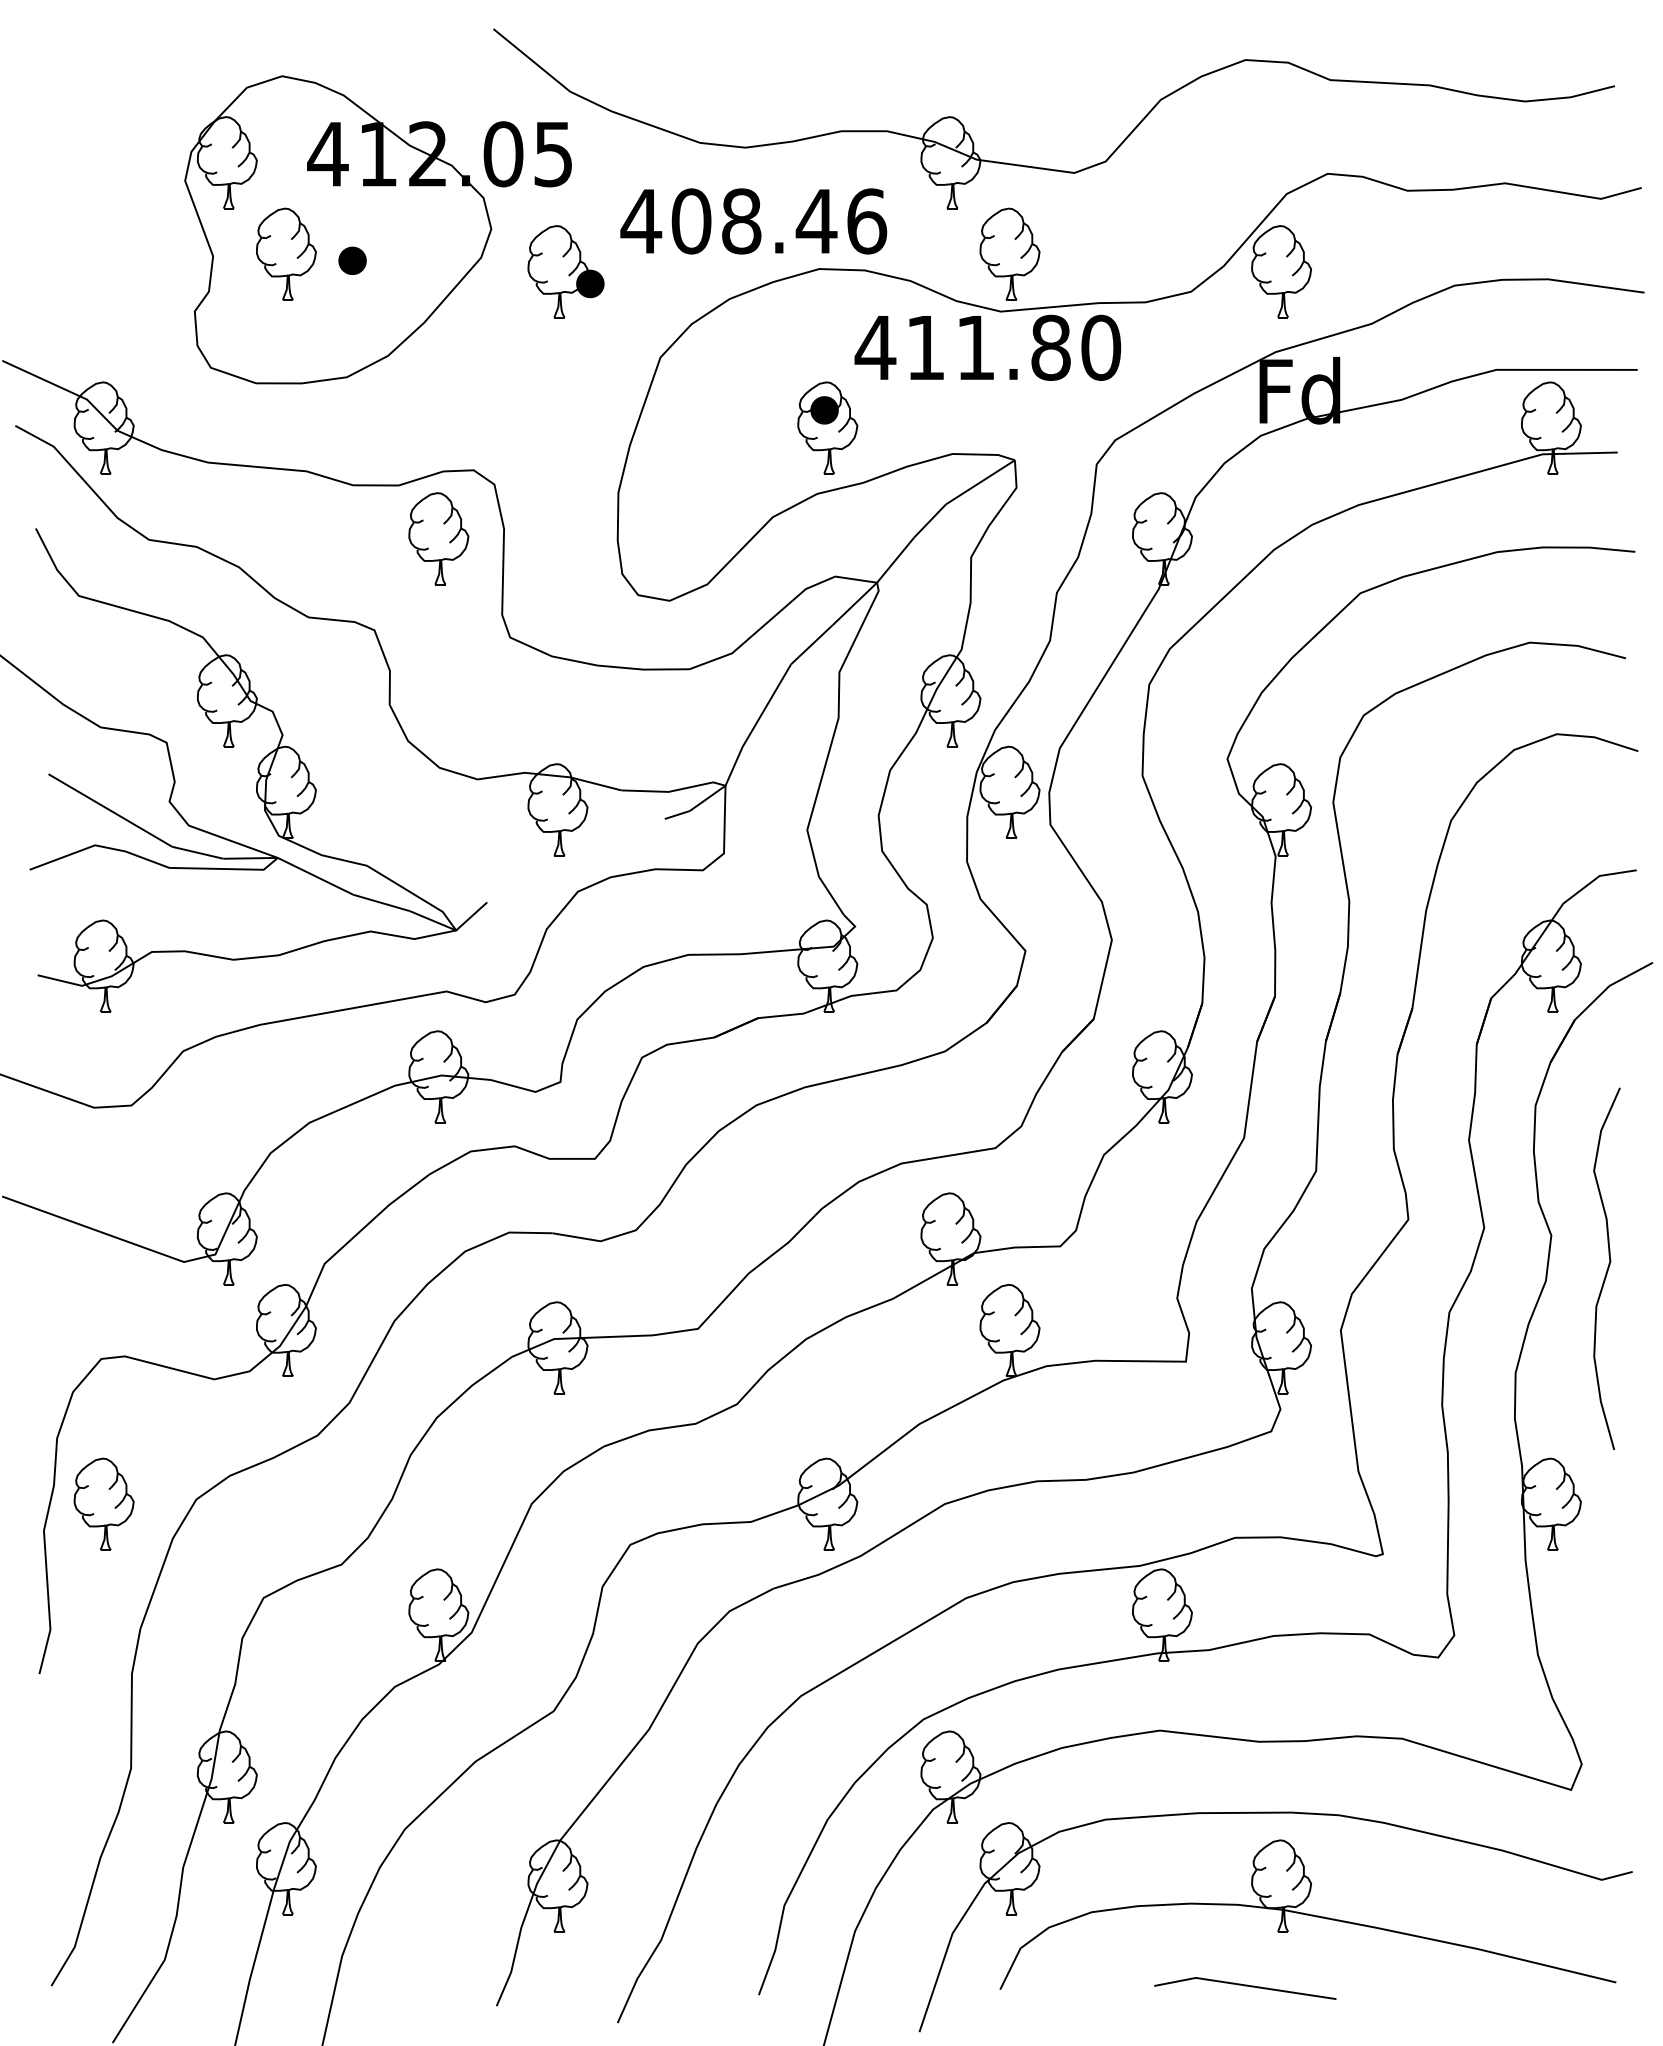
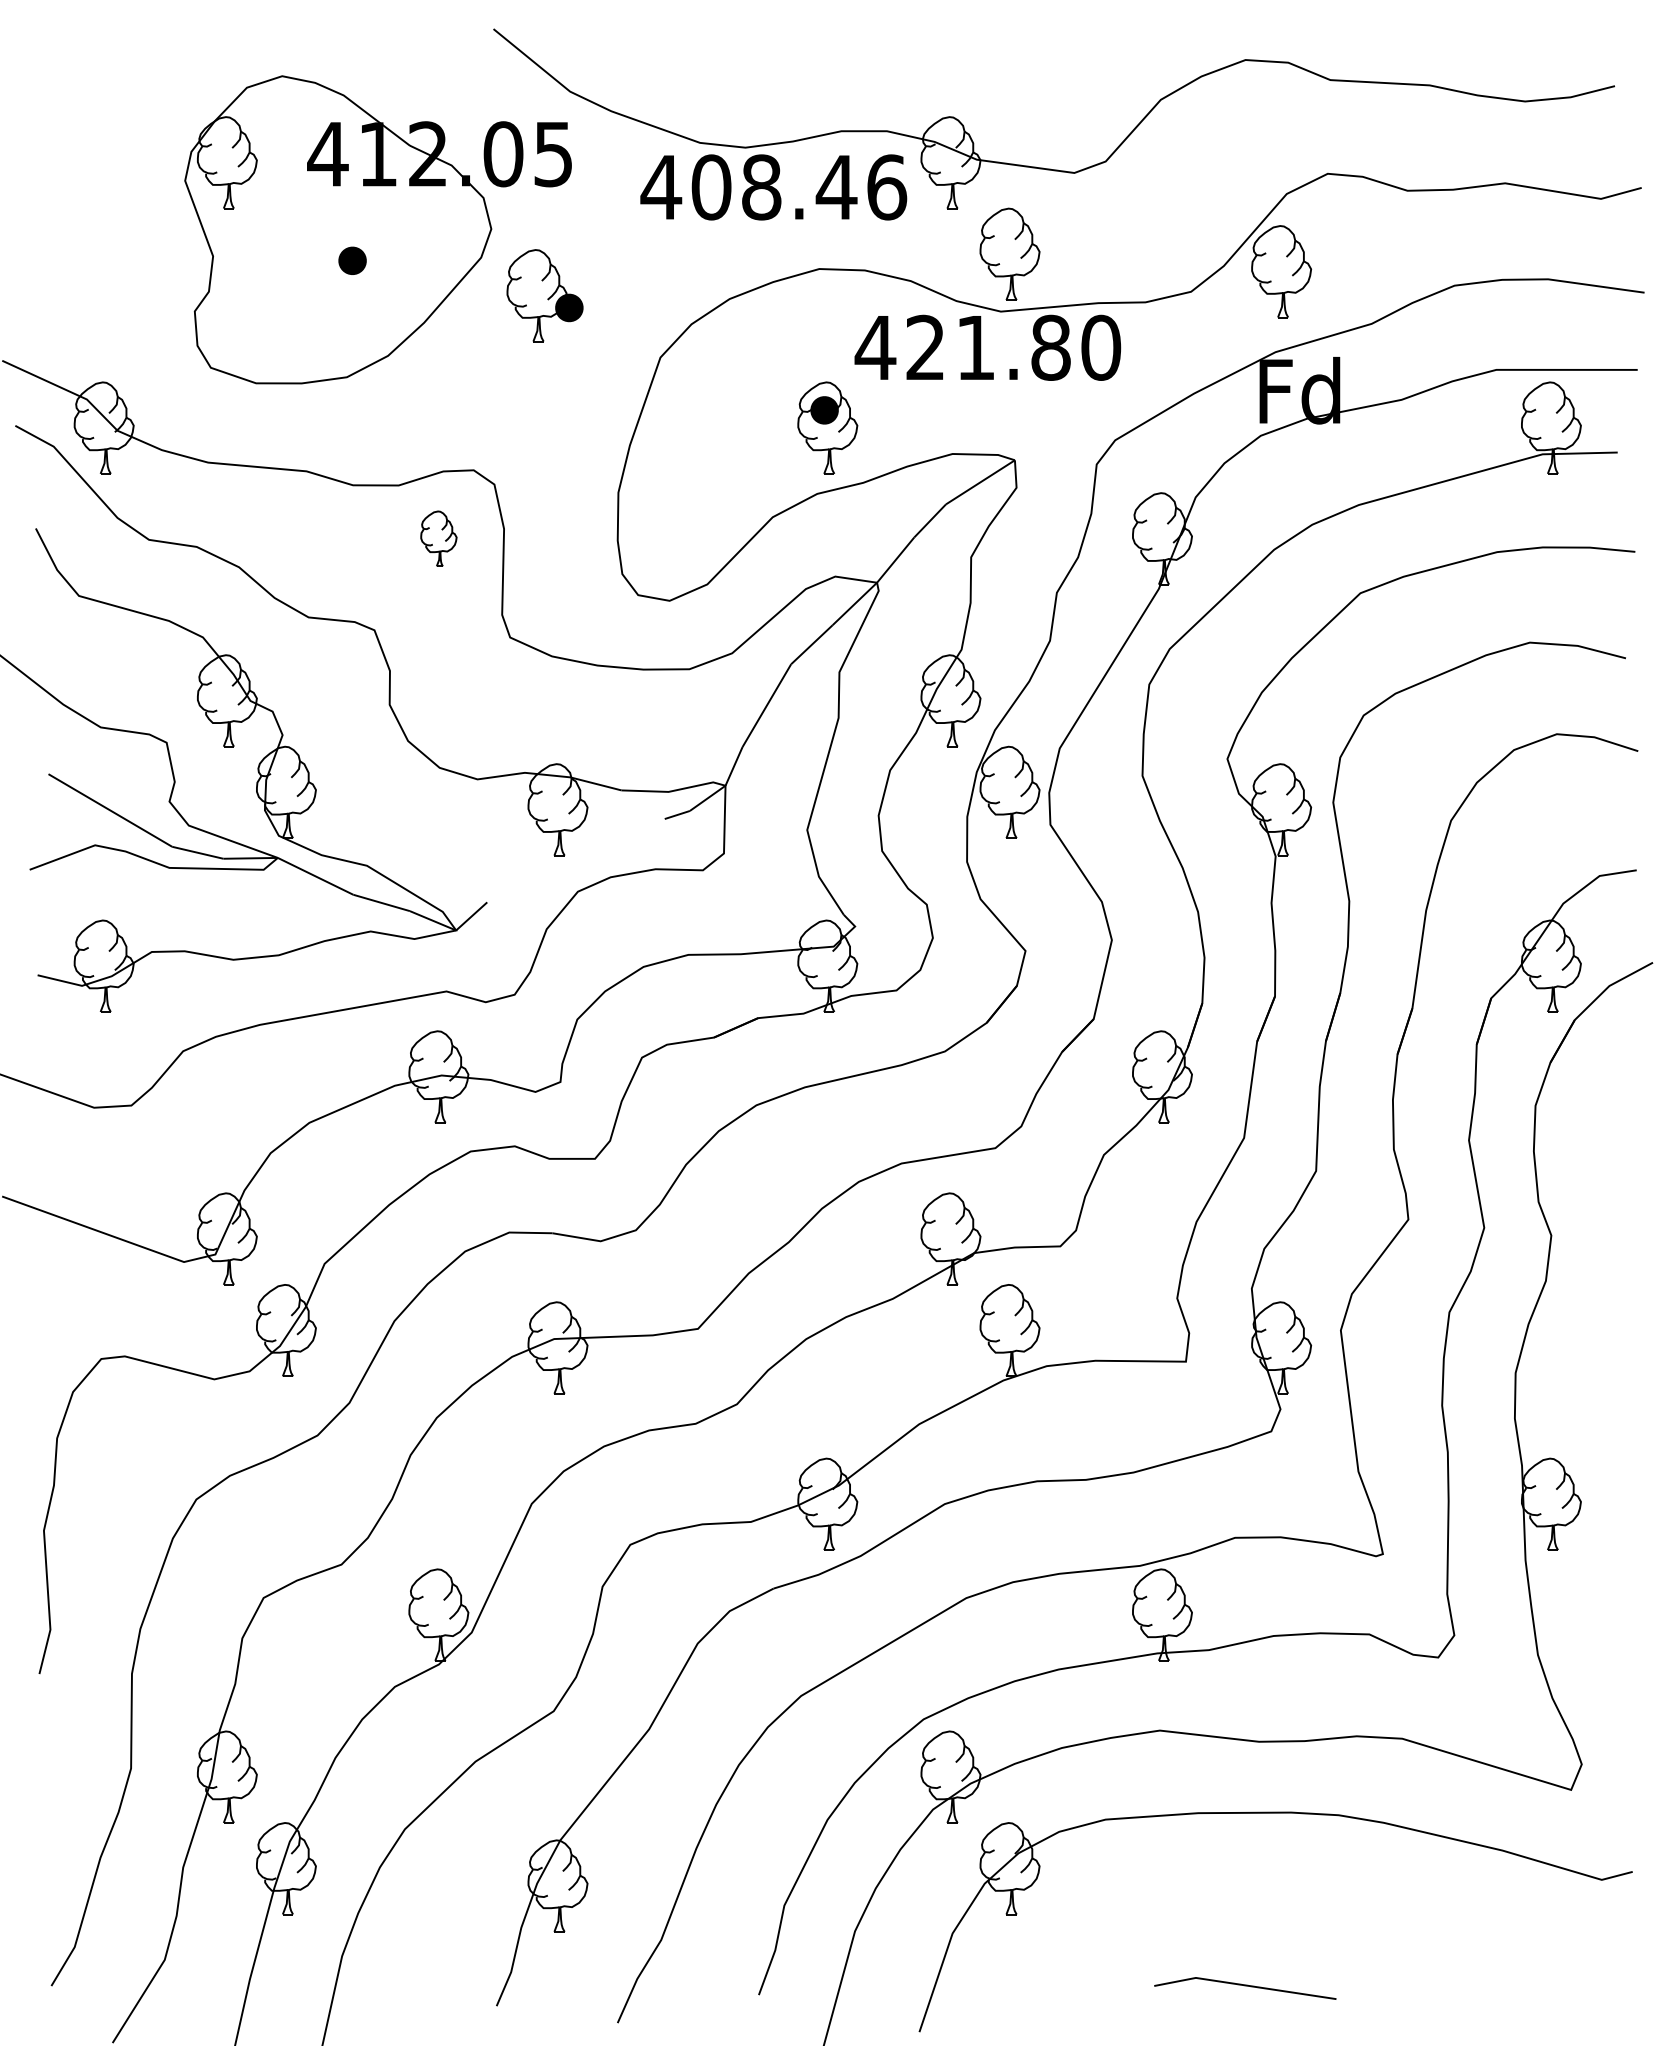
text at (753, 221) position: (753, 221) -> (773, 187)
part at (286, 253): present -> none
part at (565, 271) position: (565, 271) -> (544, 295)
text at (924, 346): 411.80 -> 421.80
part at (438, 538) size: 62x94 px -> 38x57 px
curve at (1607, 1268): present -> none
part at (103, 1503): present -> none
part at (1307, 1914): present -> none
